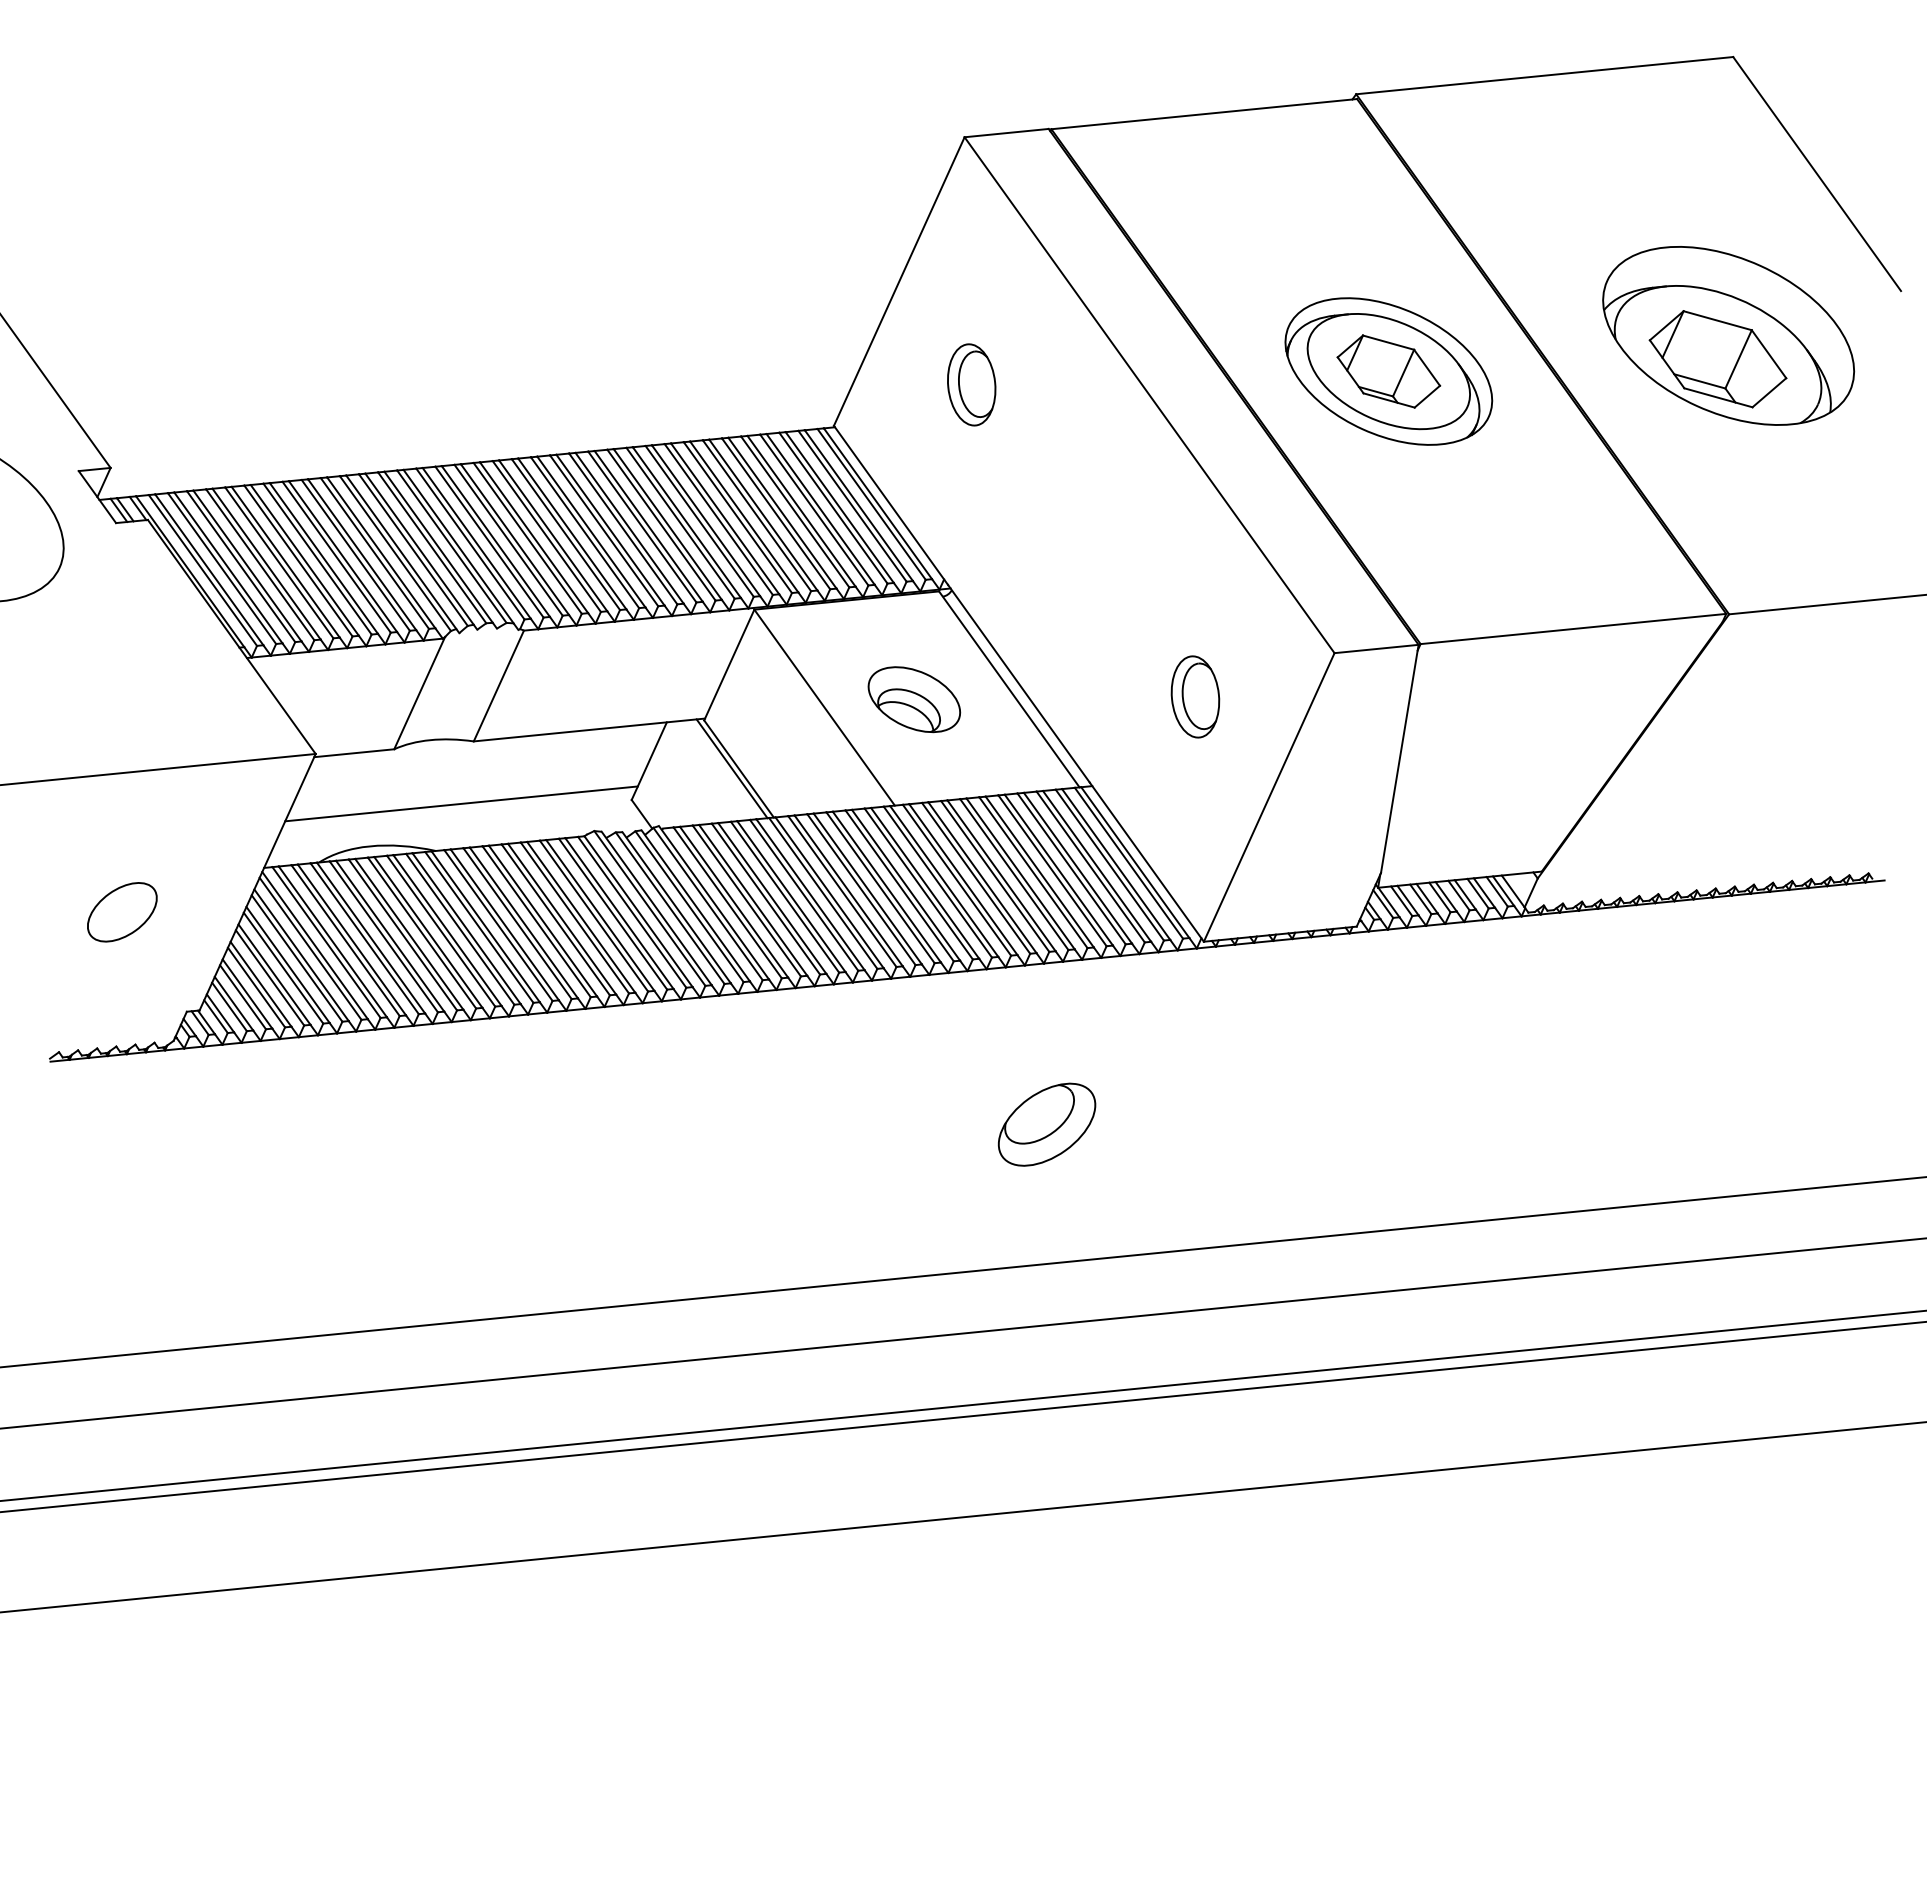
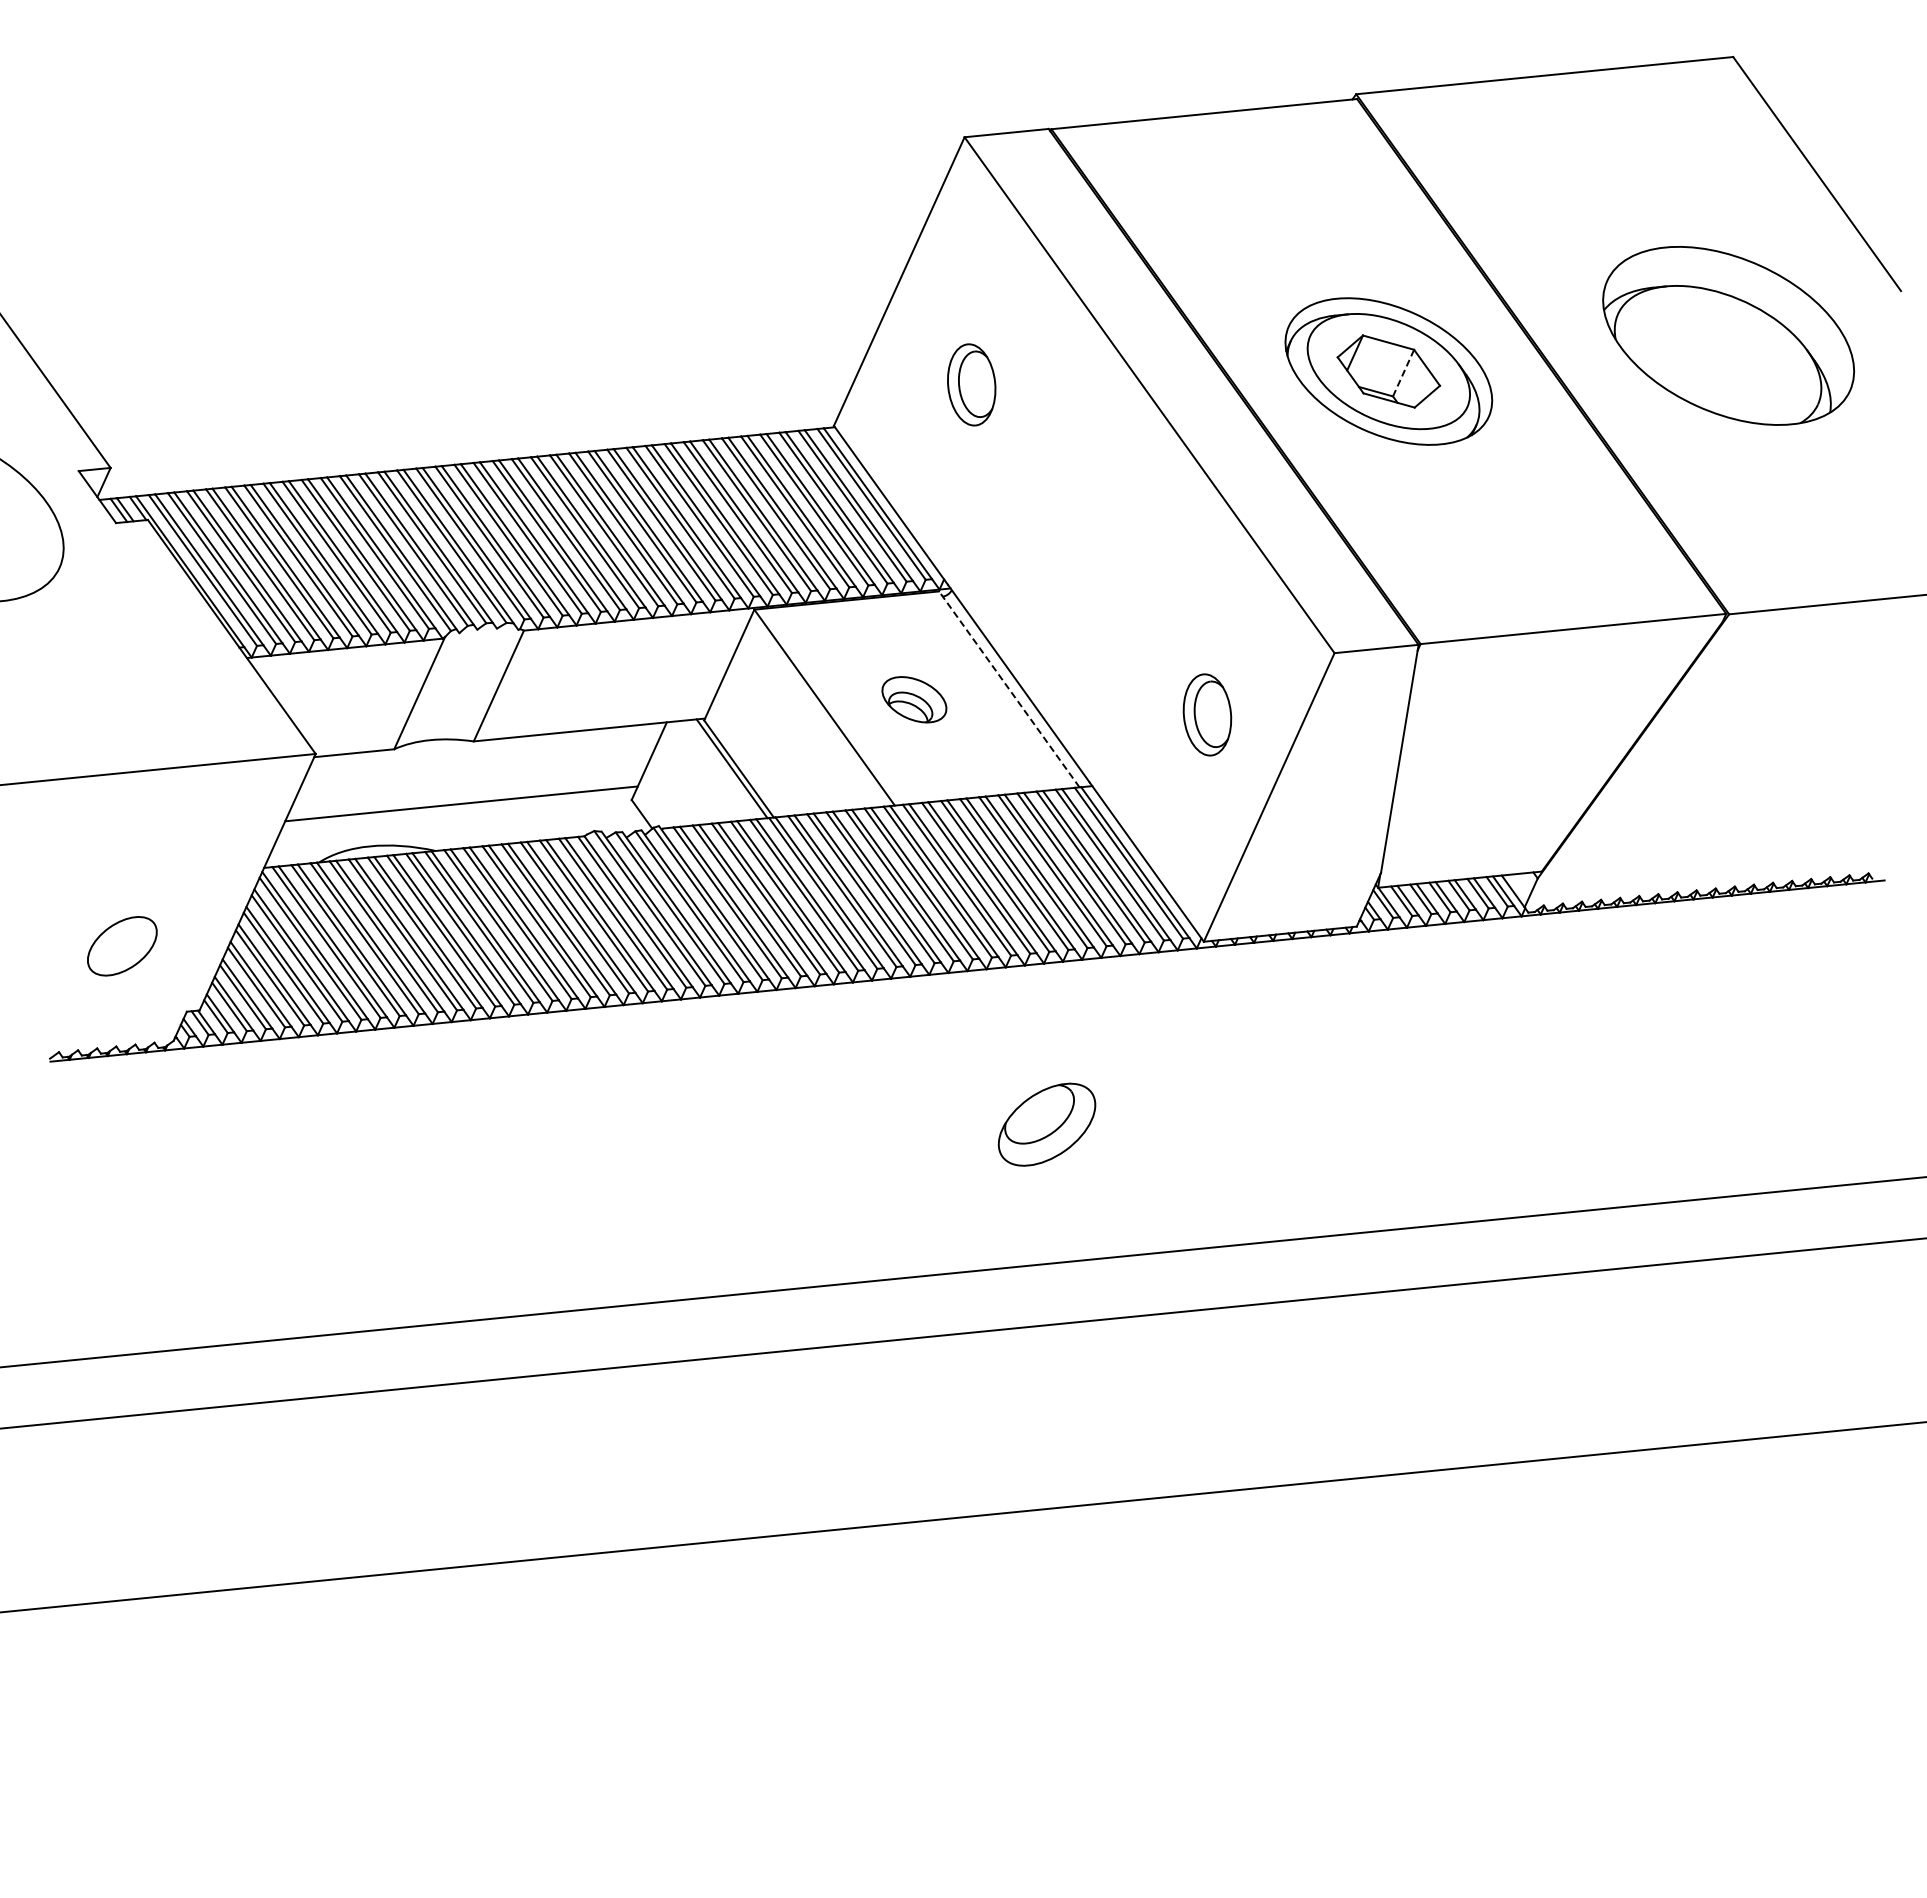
part at (1717, 359): present -> none
line at (1403, 373): solid -> dashed
line at (1009, 689): solid -> dashed
part at (1195, 696) position: (1195, 696) -> (1207, 714)
part at (914, 699) size: 95x68 px -> 67x48 px
part at (122, 912) position: (122, 912) -> (122, 946)
line at (962, 1405): present -> none
line at (962, 1416): present -> none
